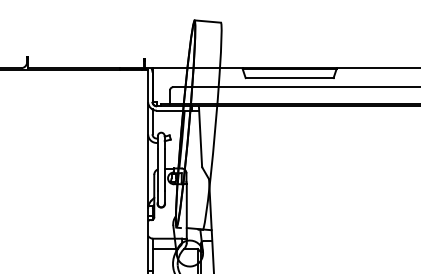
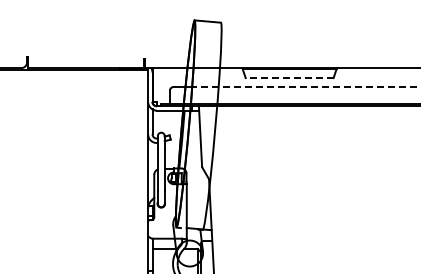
line at (289, 78): solid -> dashed
line at (305, 87): solid -> dashed
